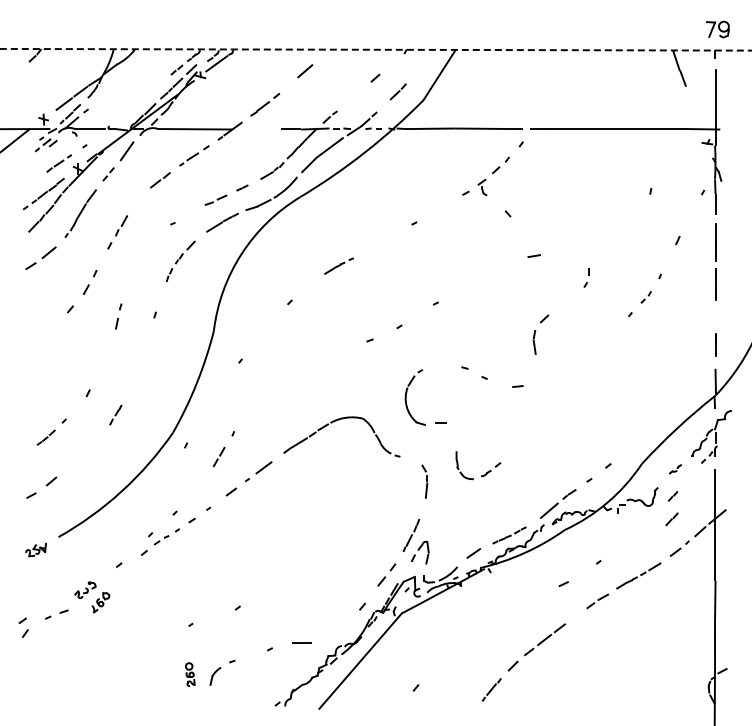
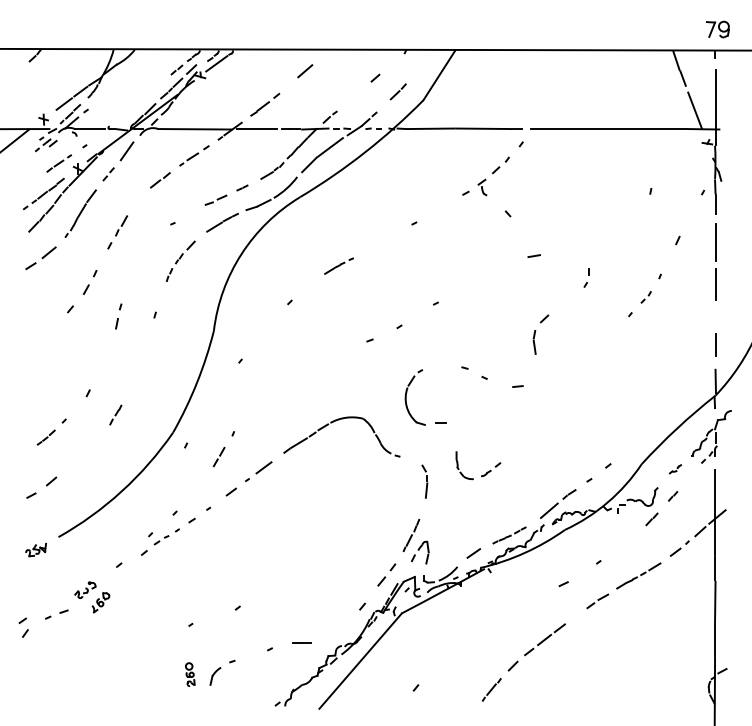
line at (376, 49): dashed -> solid
line at (695, 110): none -> present
line at (257, 129): none -> present
line at (671, 519) position: (671, 519) -> (651, 519)
